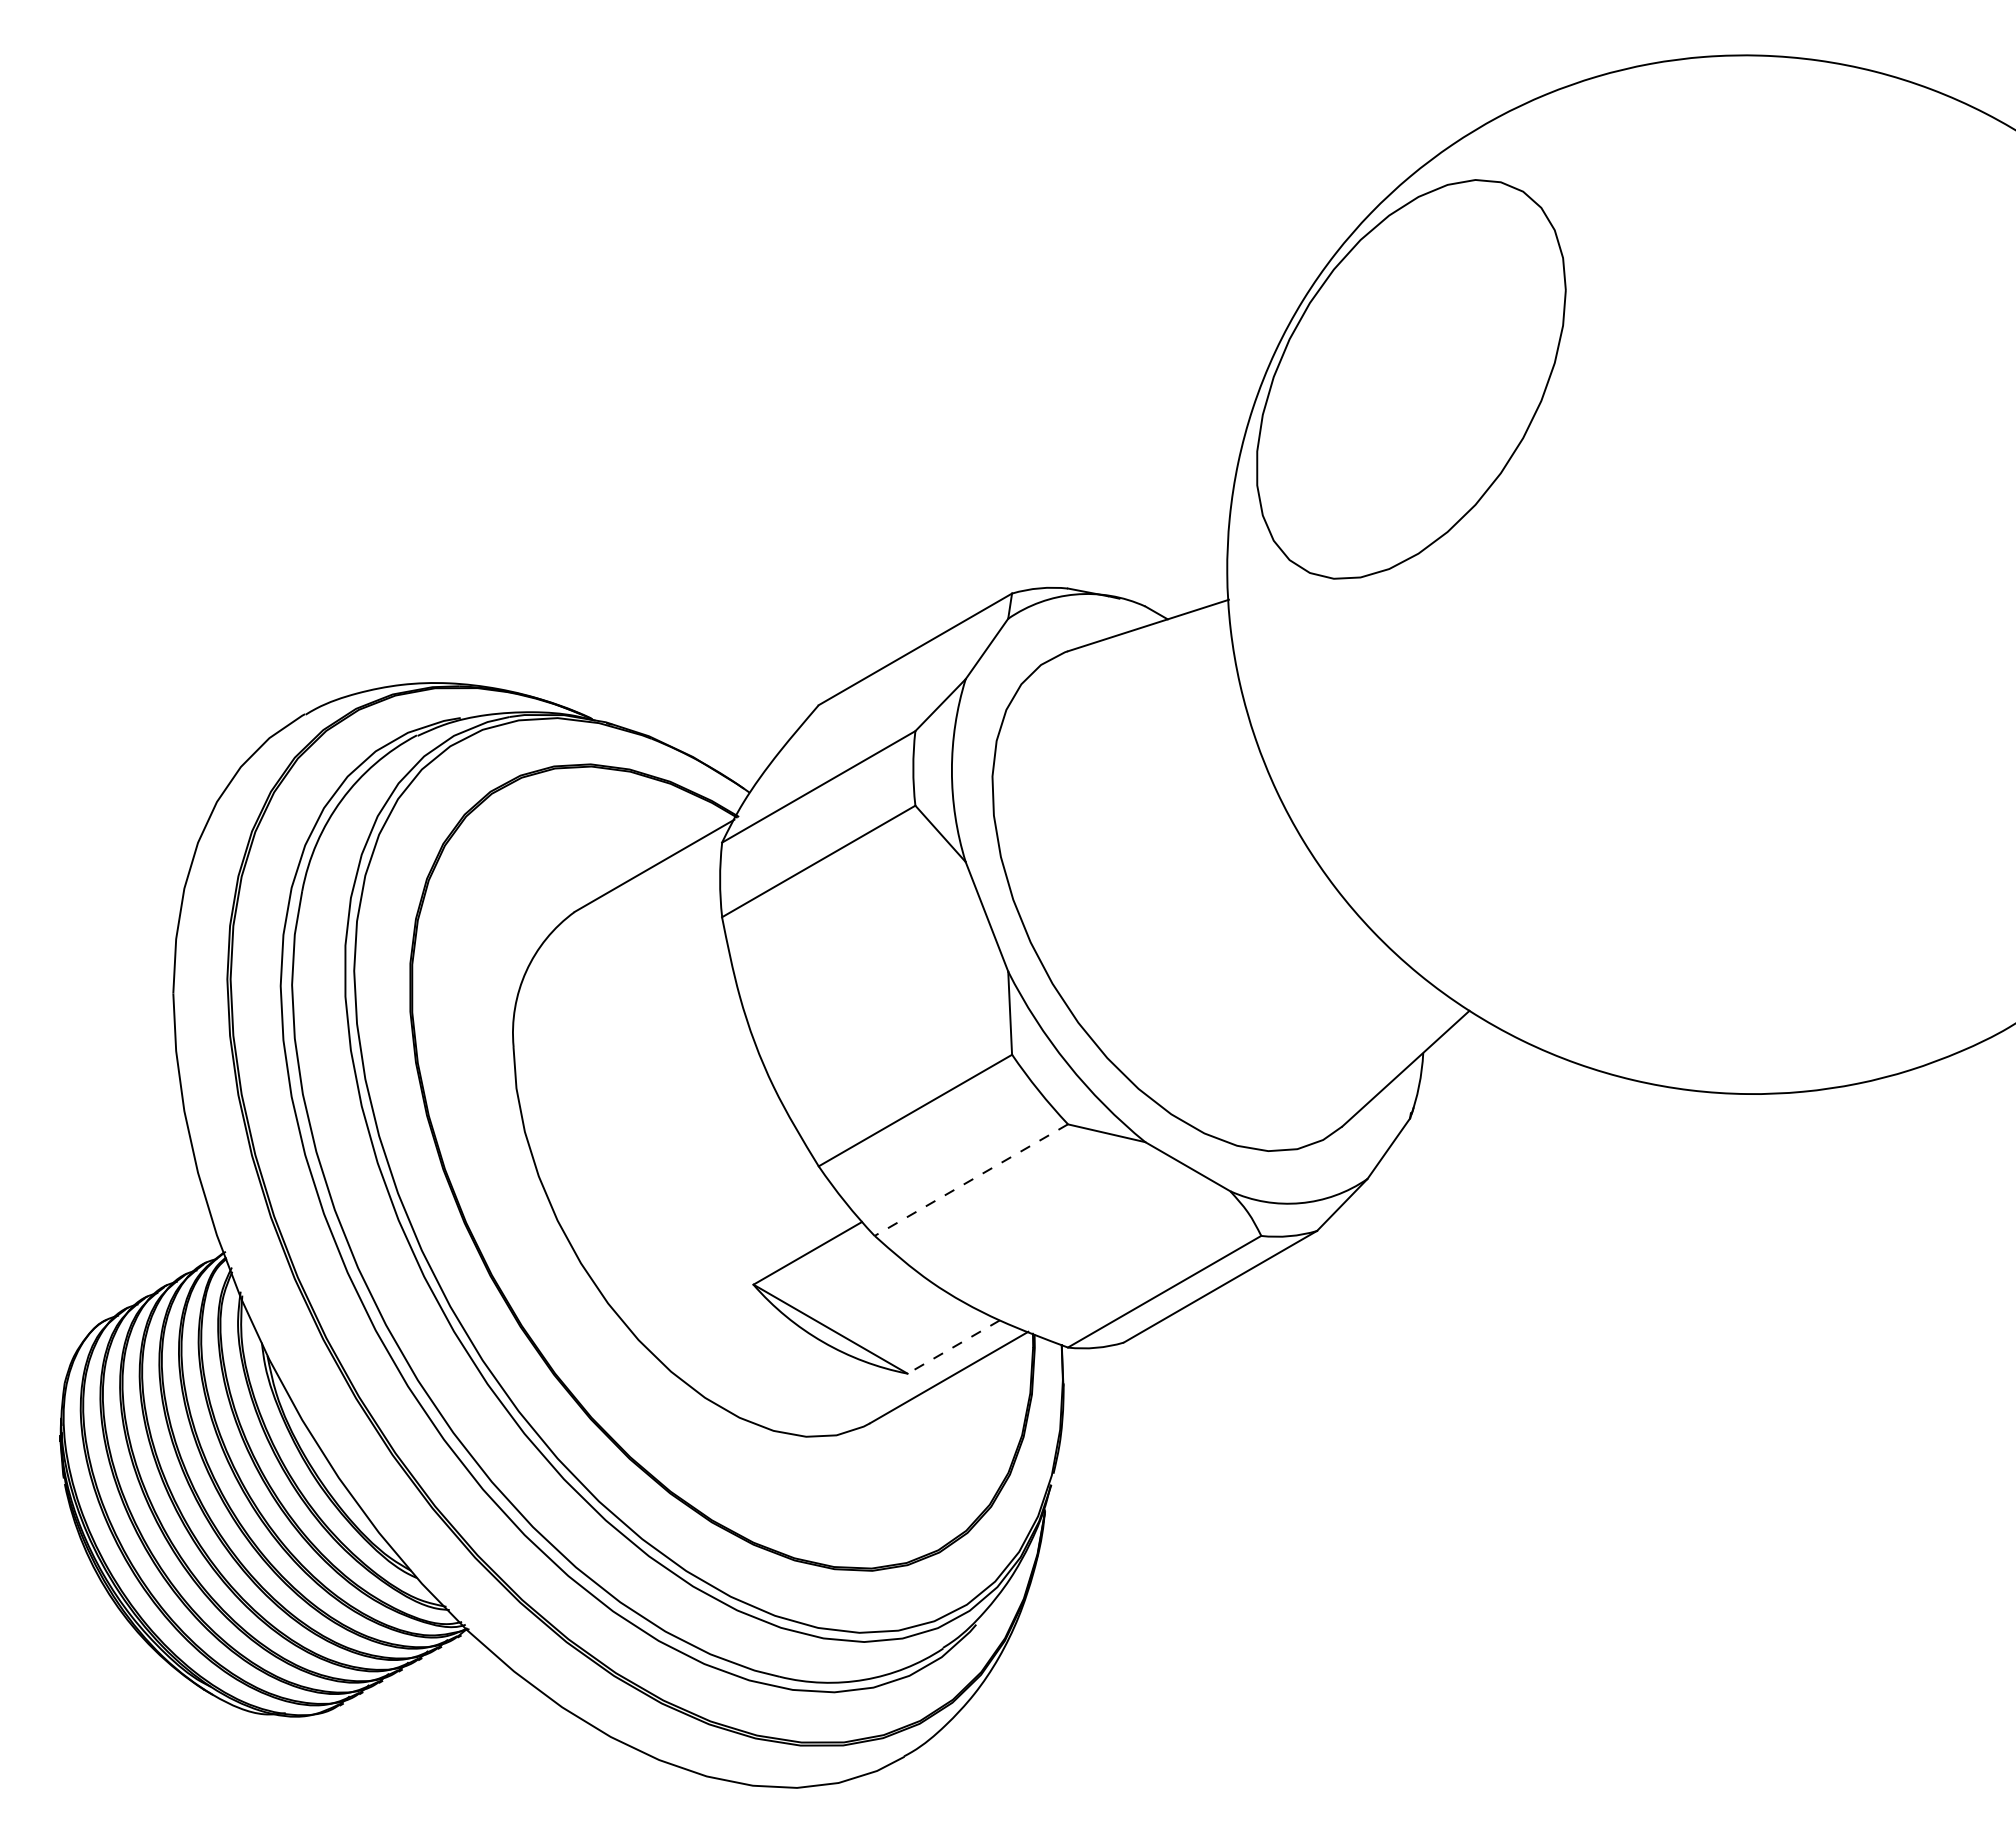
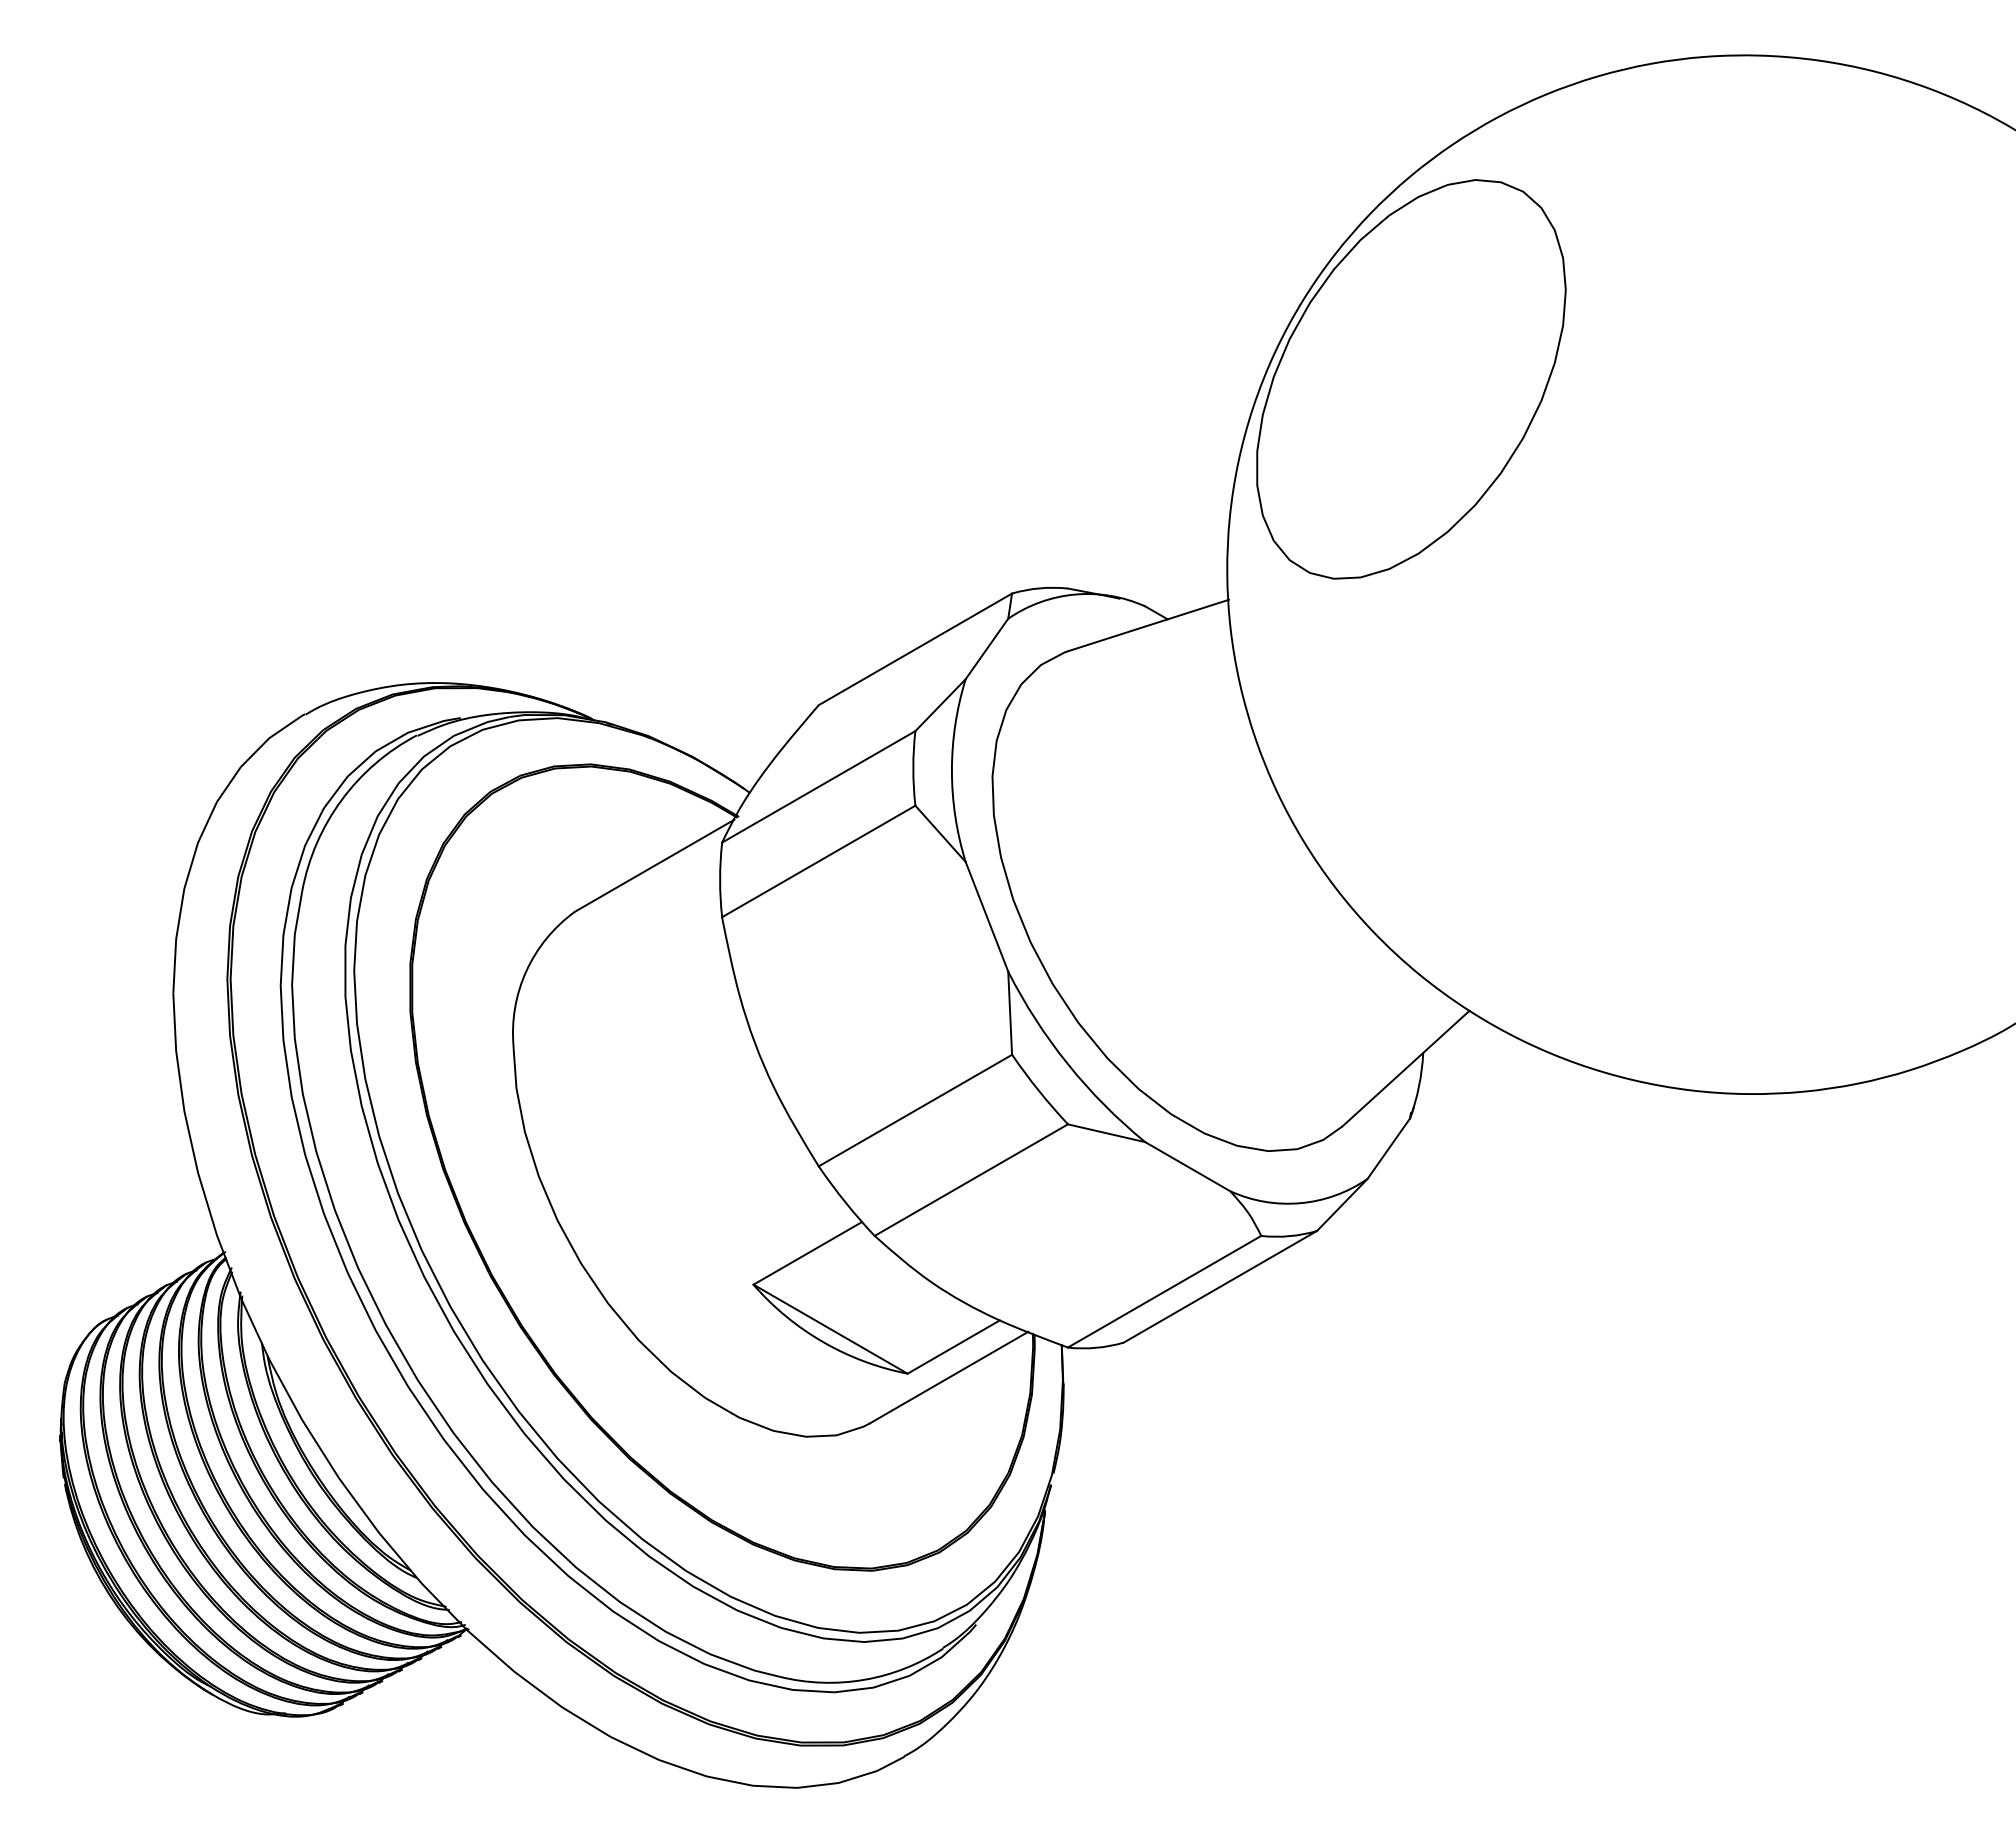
line at (971, 1180): dashed -> solid
line at (953, 1347): dashed -> solid
